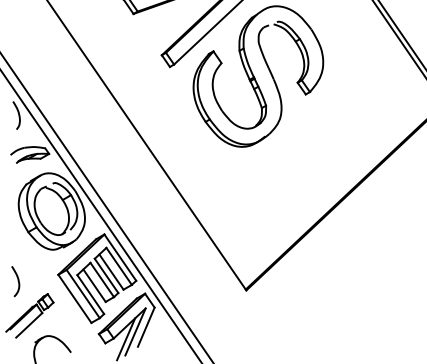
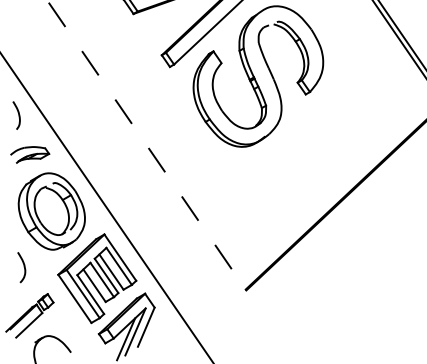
line at (146, 145): solid -> dashed
line at (101, 216): present -> none
curve at (17, 281) position: (17, 281) -> (23, 267)
